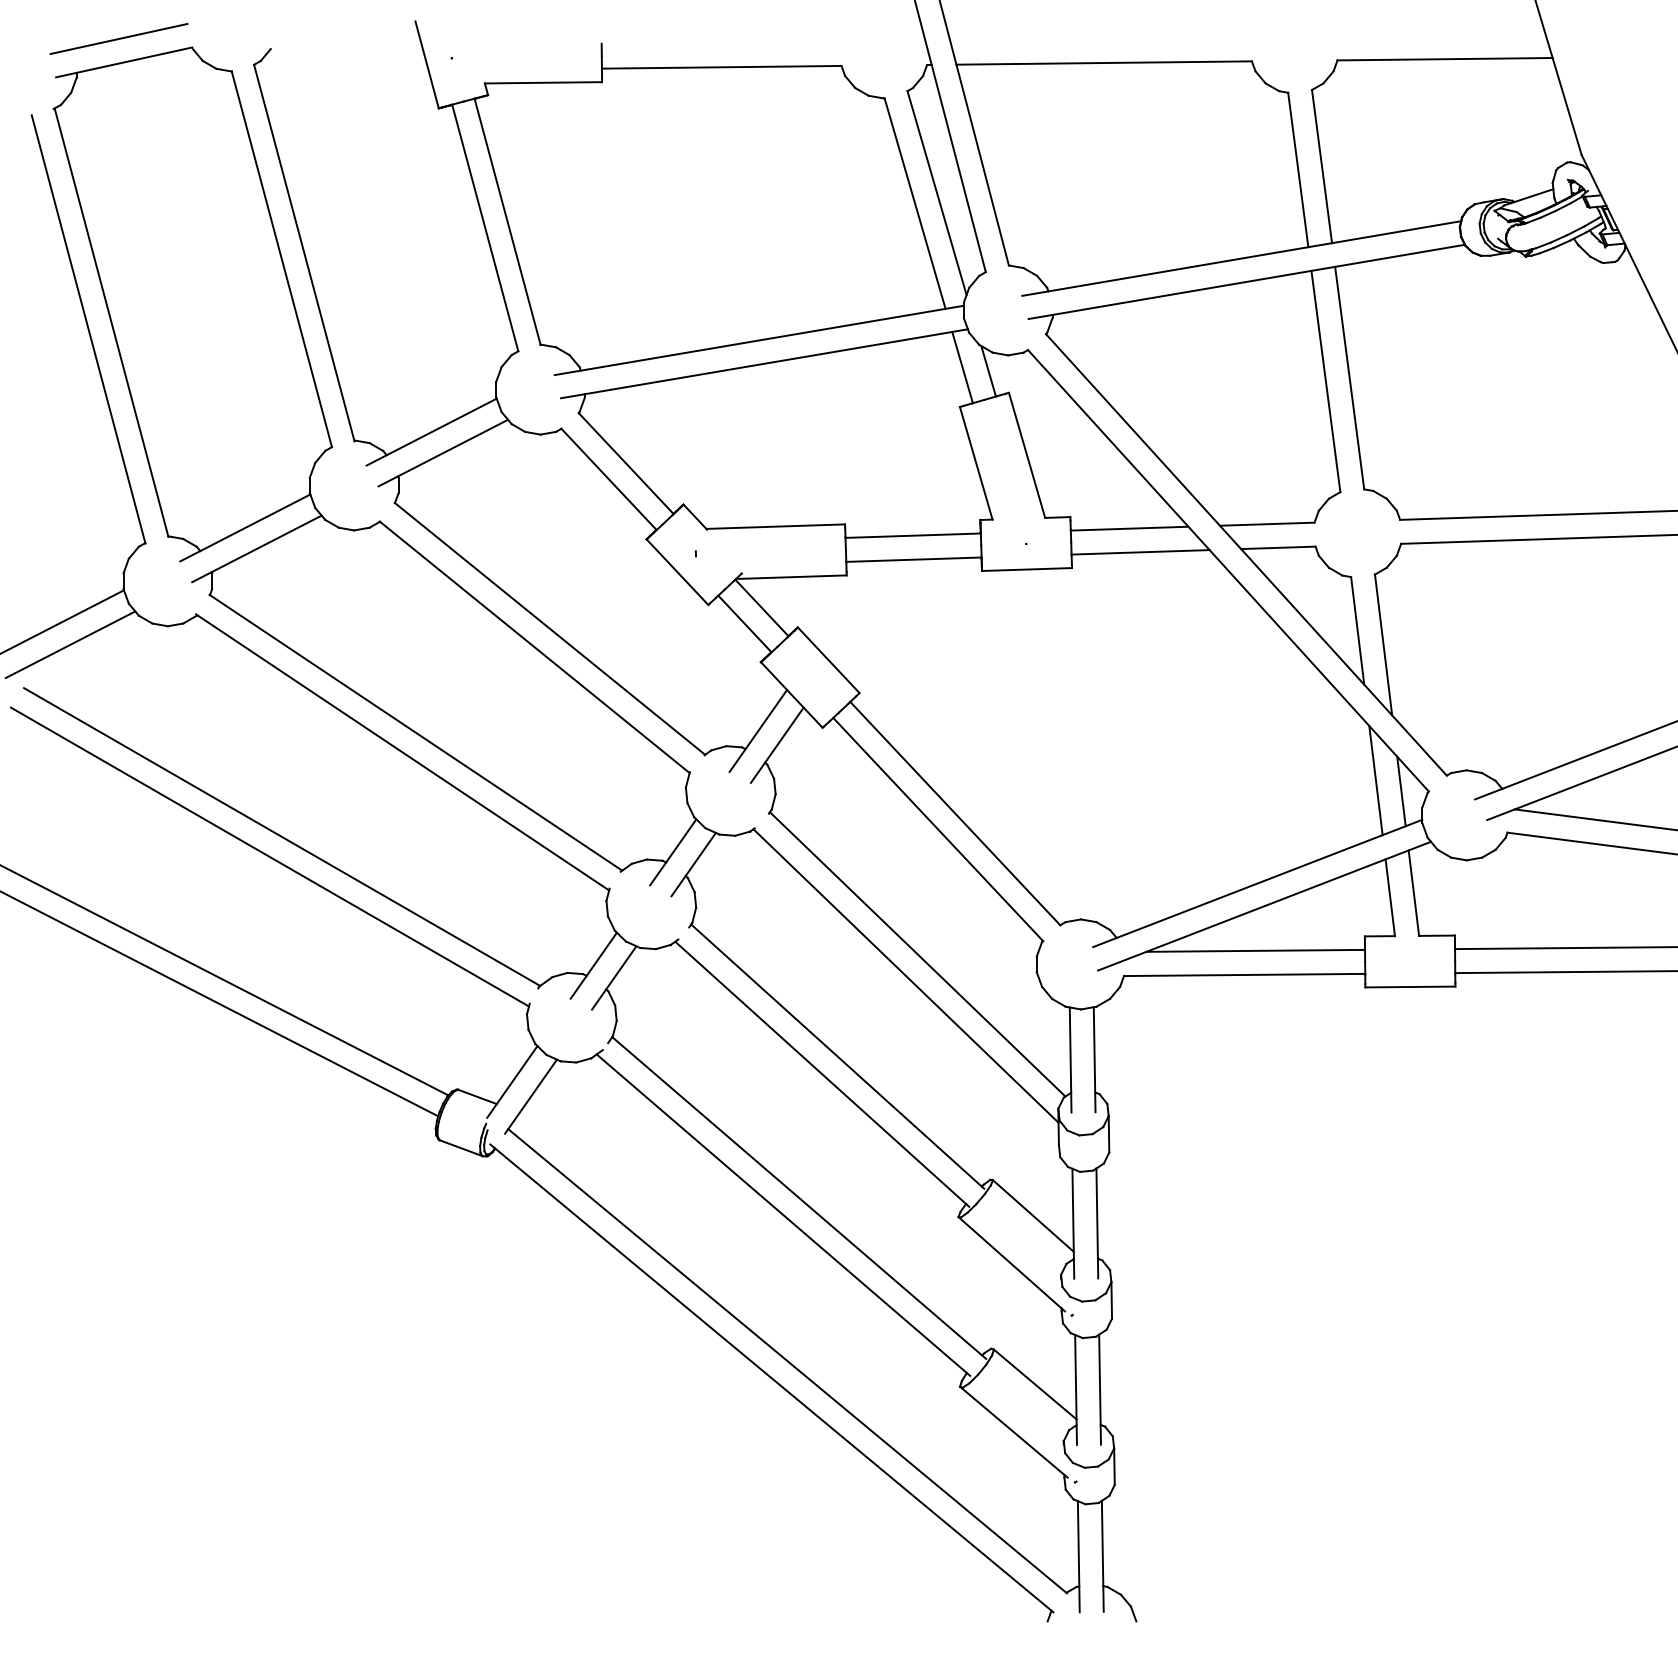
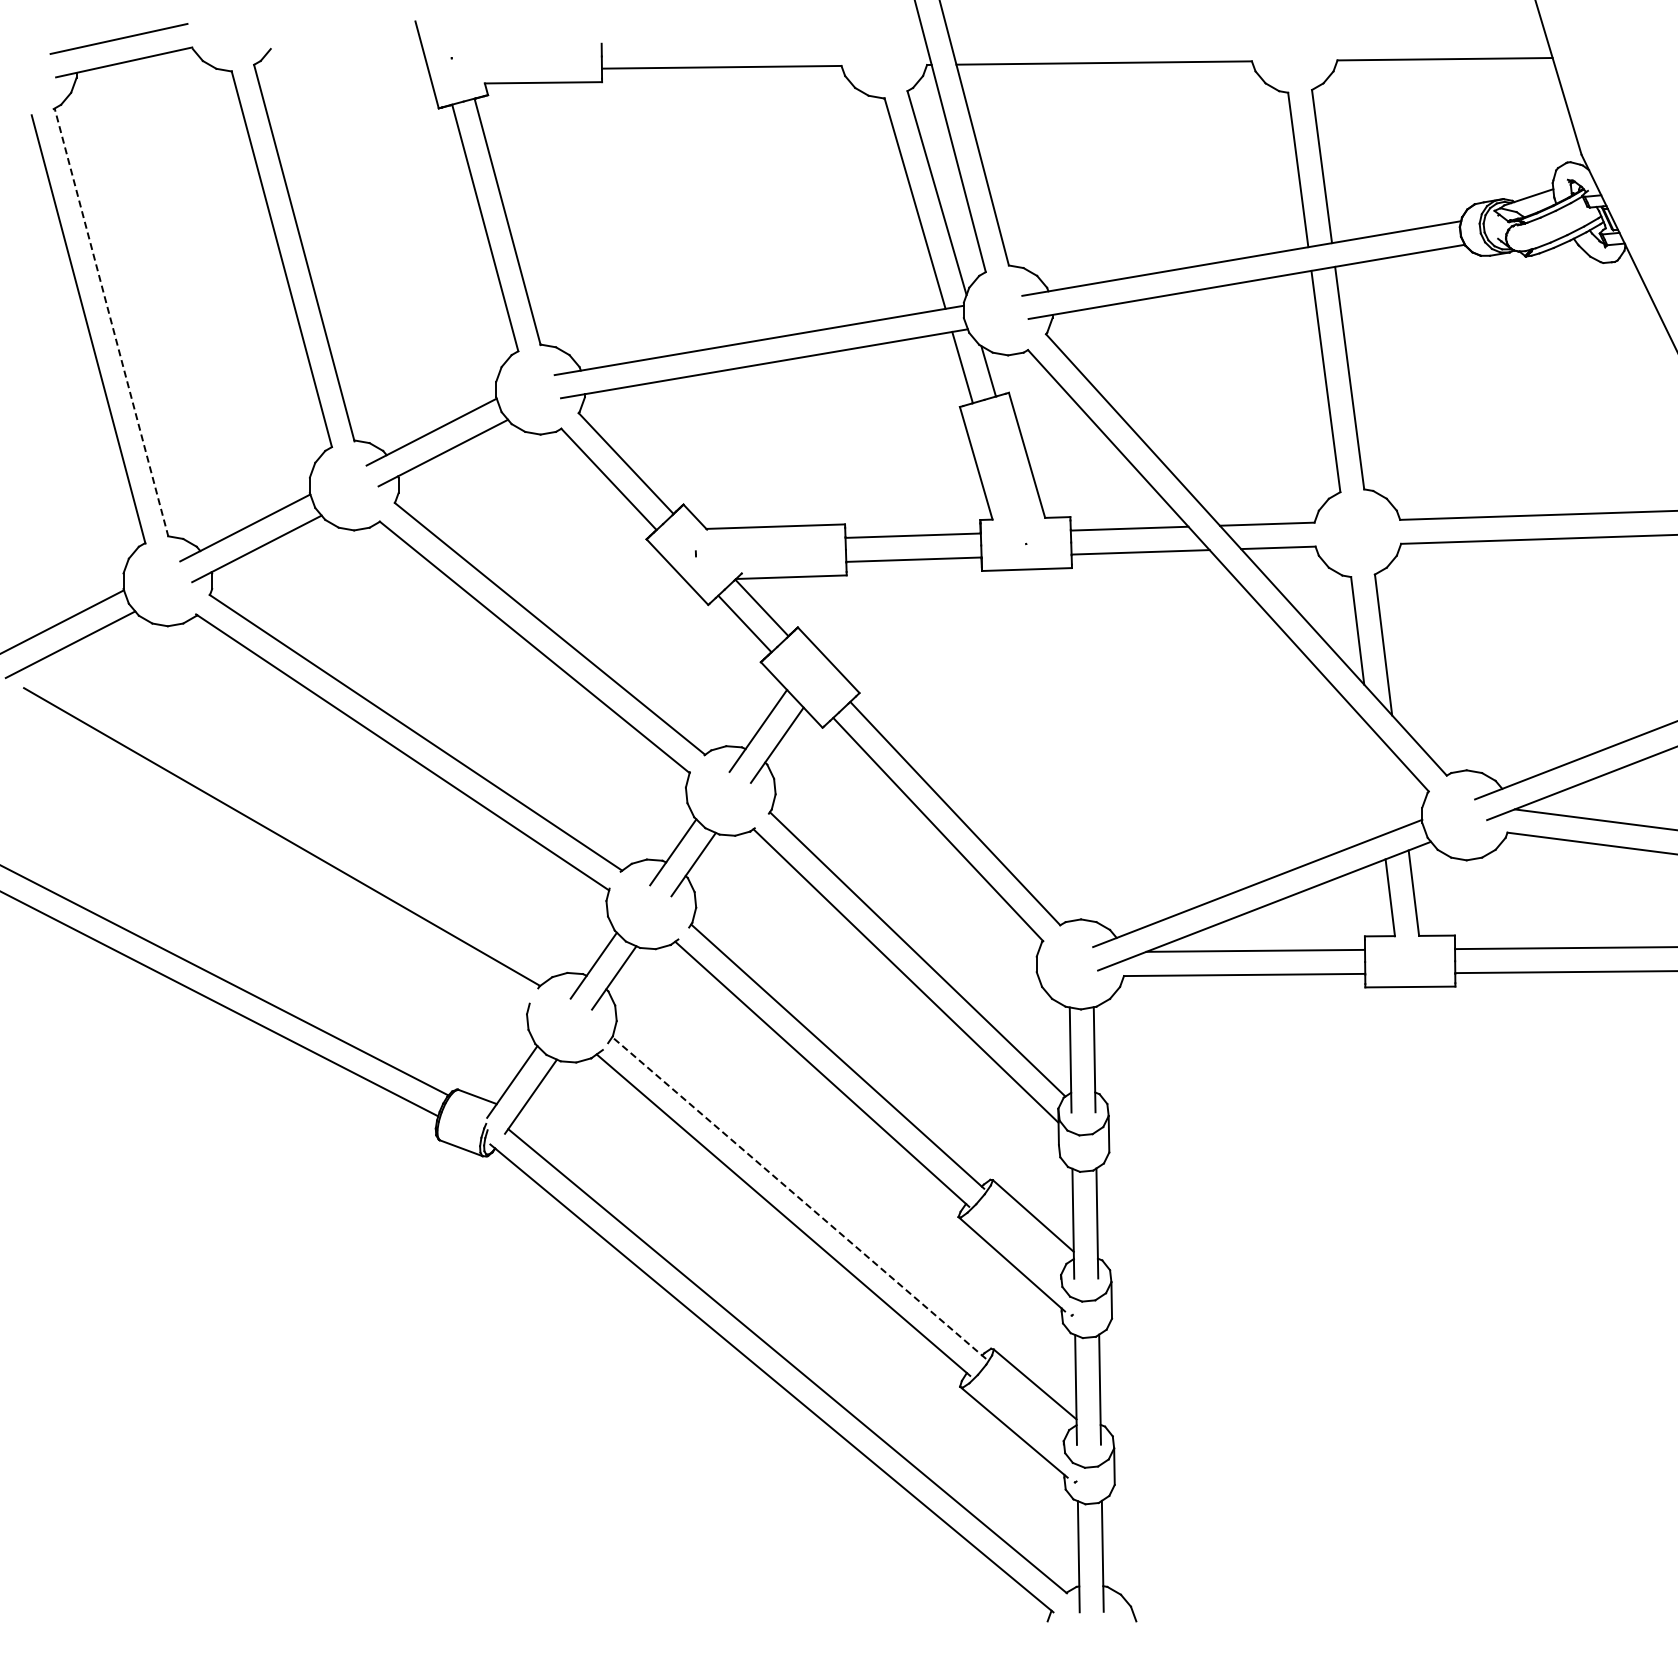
line at (111, 322): solid -> dashed
line at (1375, 780): present -> none
line at (1401, 791): present -> none
line at (269, 856): present -> none
line at (799, 1198): solid -> dashed
